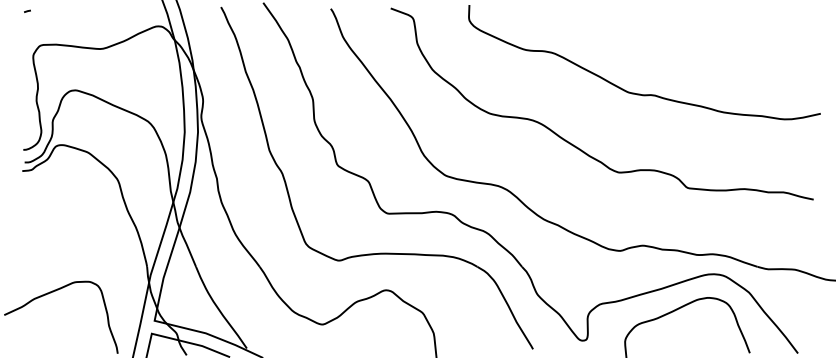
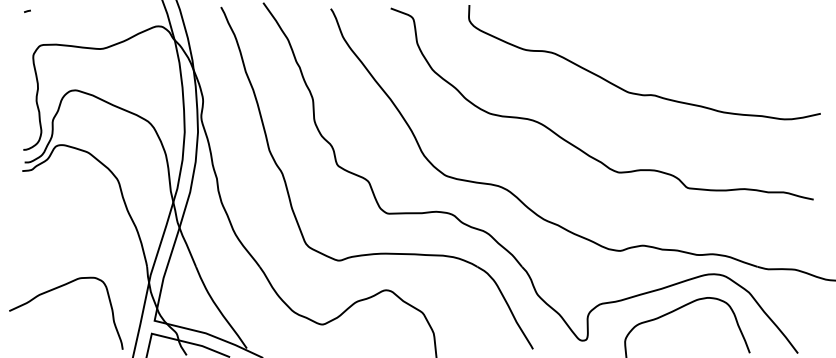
curve at (53, 292) position: (53, 292) -> (58, 288)
